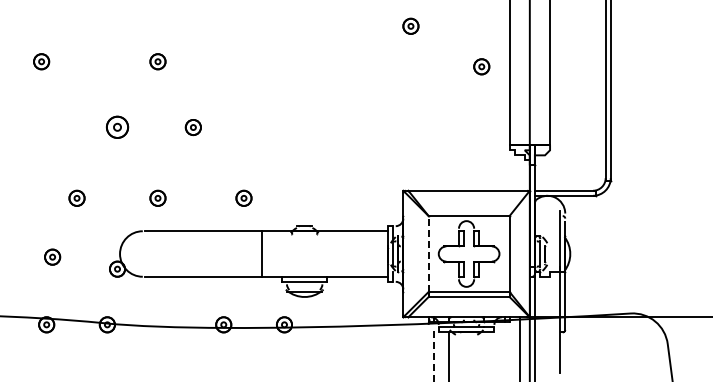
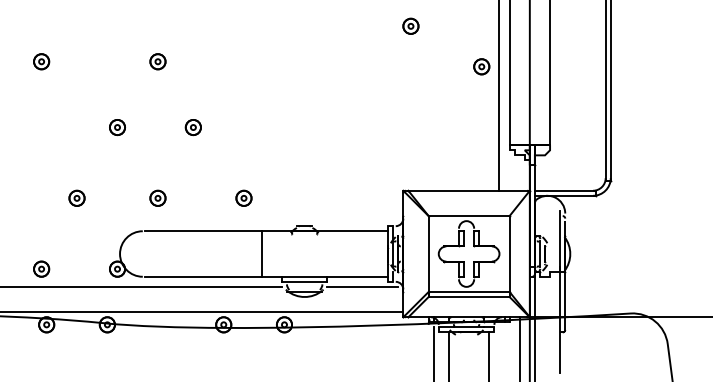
line at (499, 96): none -> present
part at (117, 126) size: 25x24 px -> 17x18 px
line at (428, 254): dashed -> solid
part at (52, 256) position: (52, 256) -> (41, 268)
line at (141, 286): none -> present
line at (362, 286): none -> present
line at (202, 312): none -> present
line at (433, 354): dashed -> solid
line at (489, 355): none -> present
